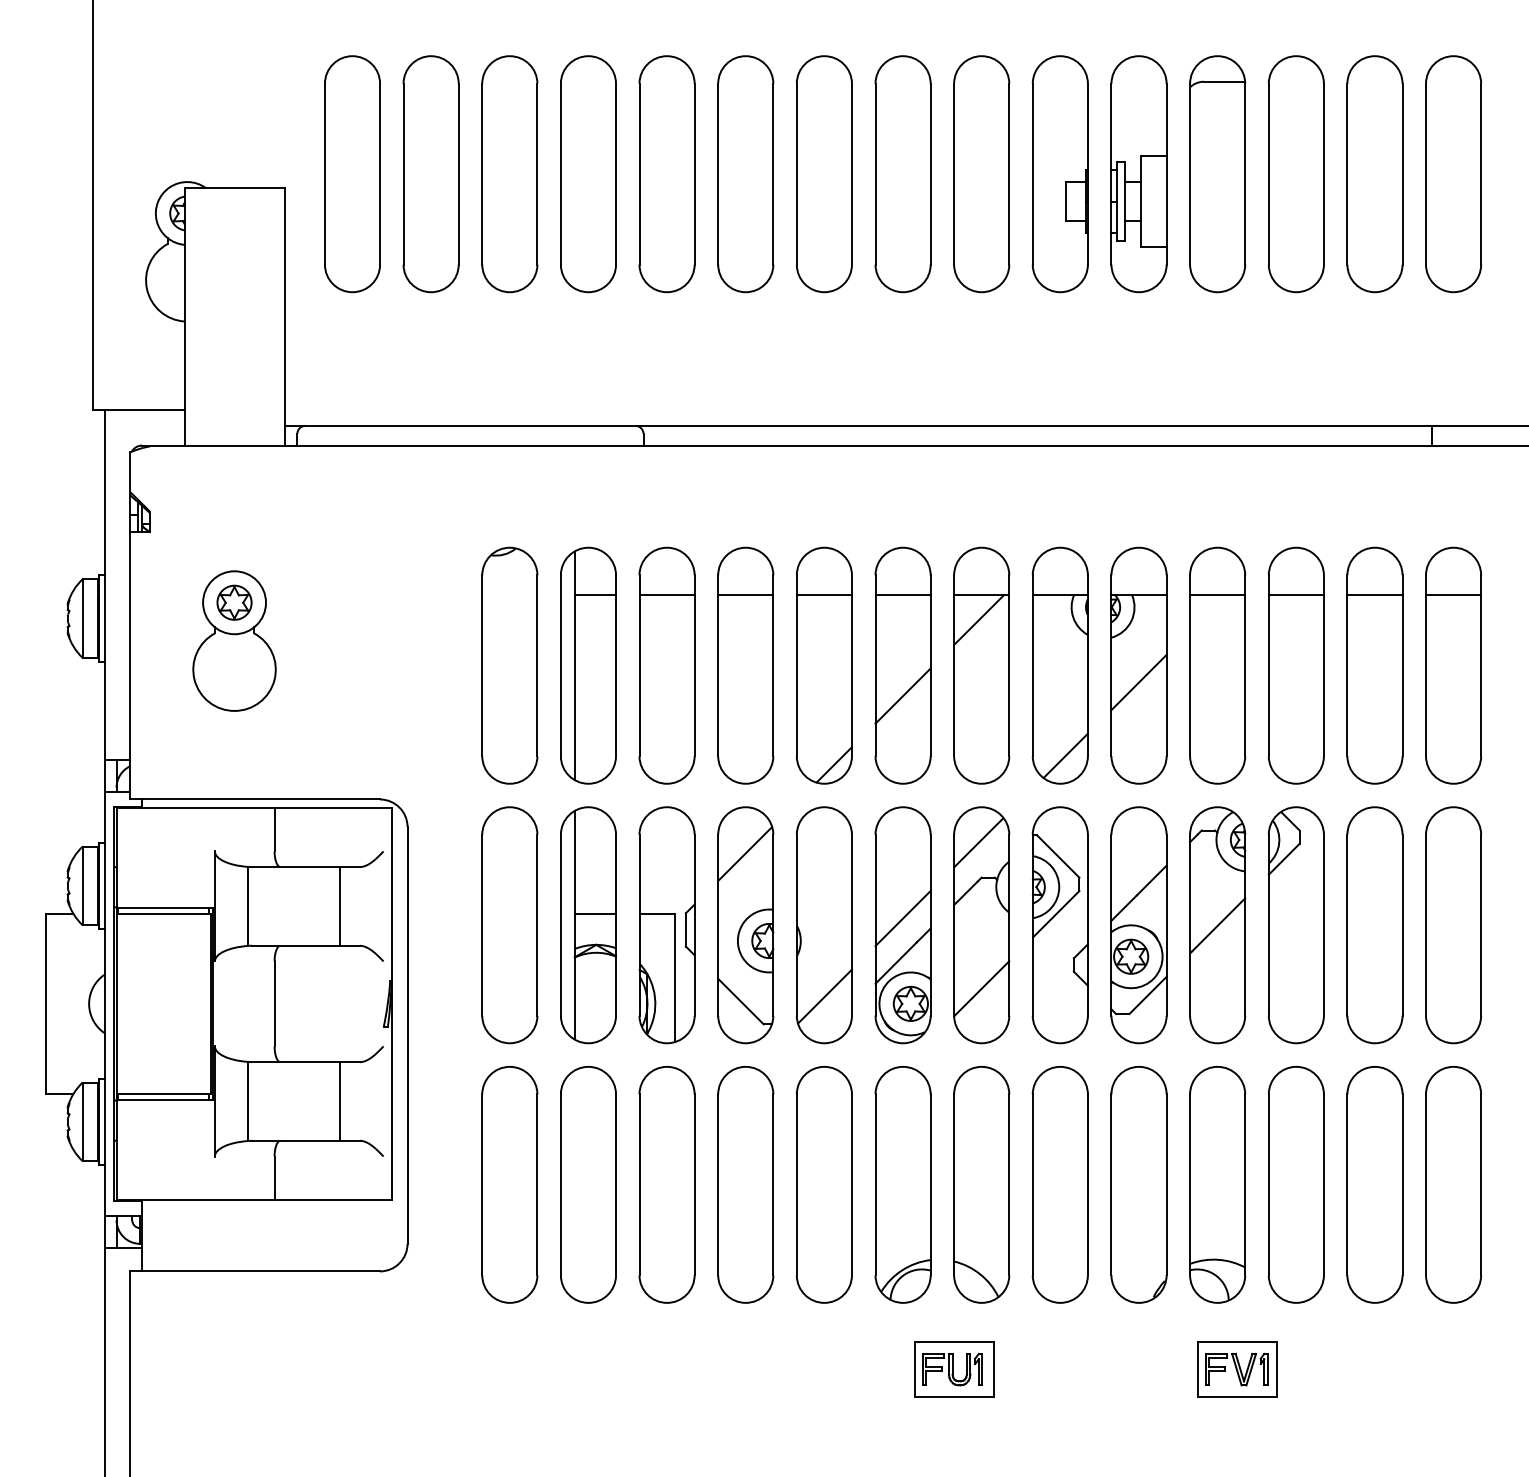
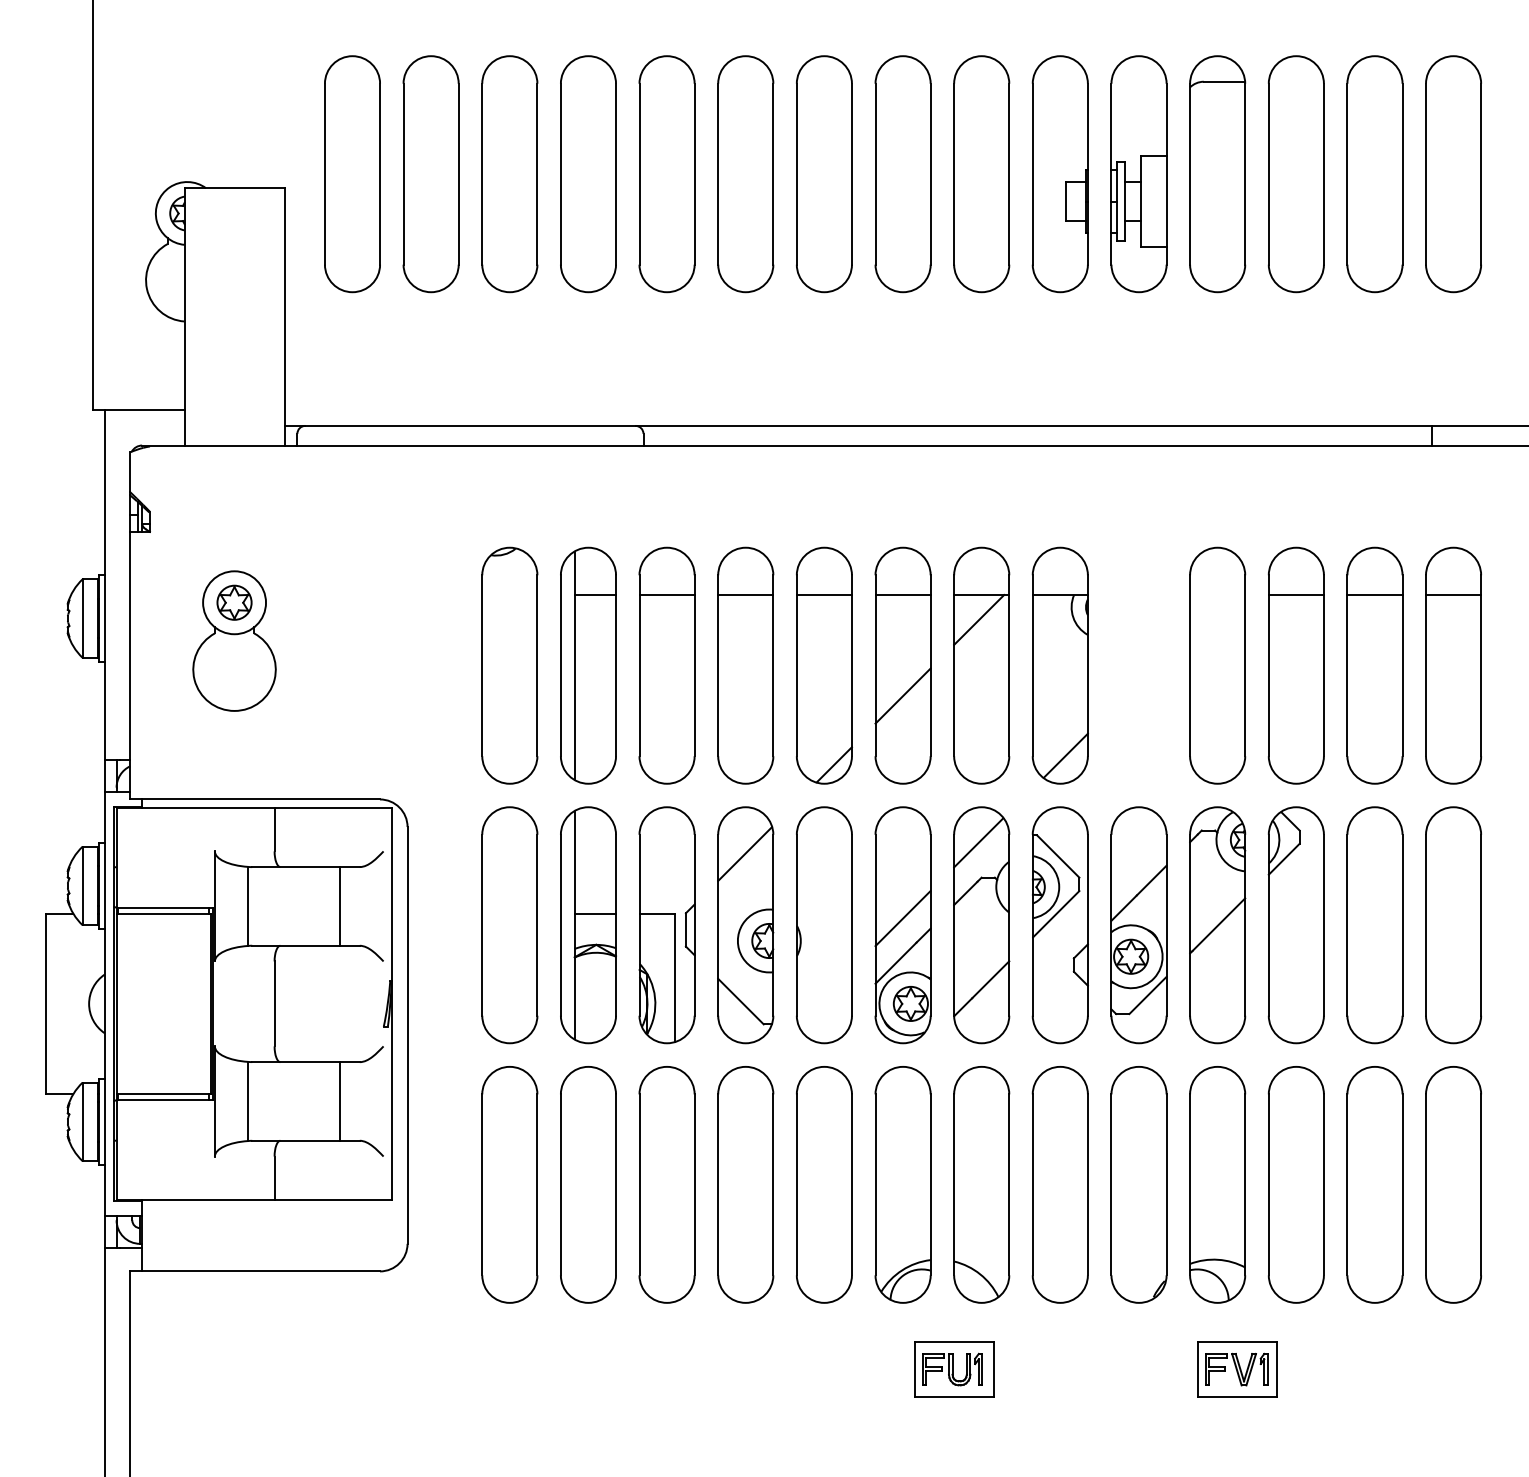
line at (1217, 594): present -> none
part at (1138, 665): present -> none
line at (824, 996): present -> none
